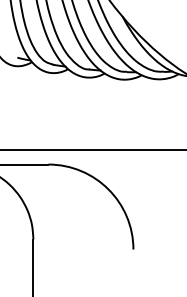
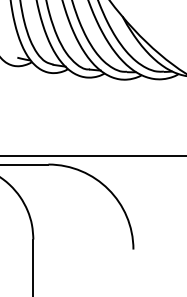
line at (92, 150) position: (92, 150) -> (92, 156)
